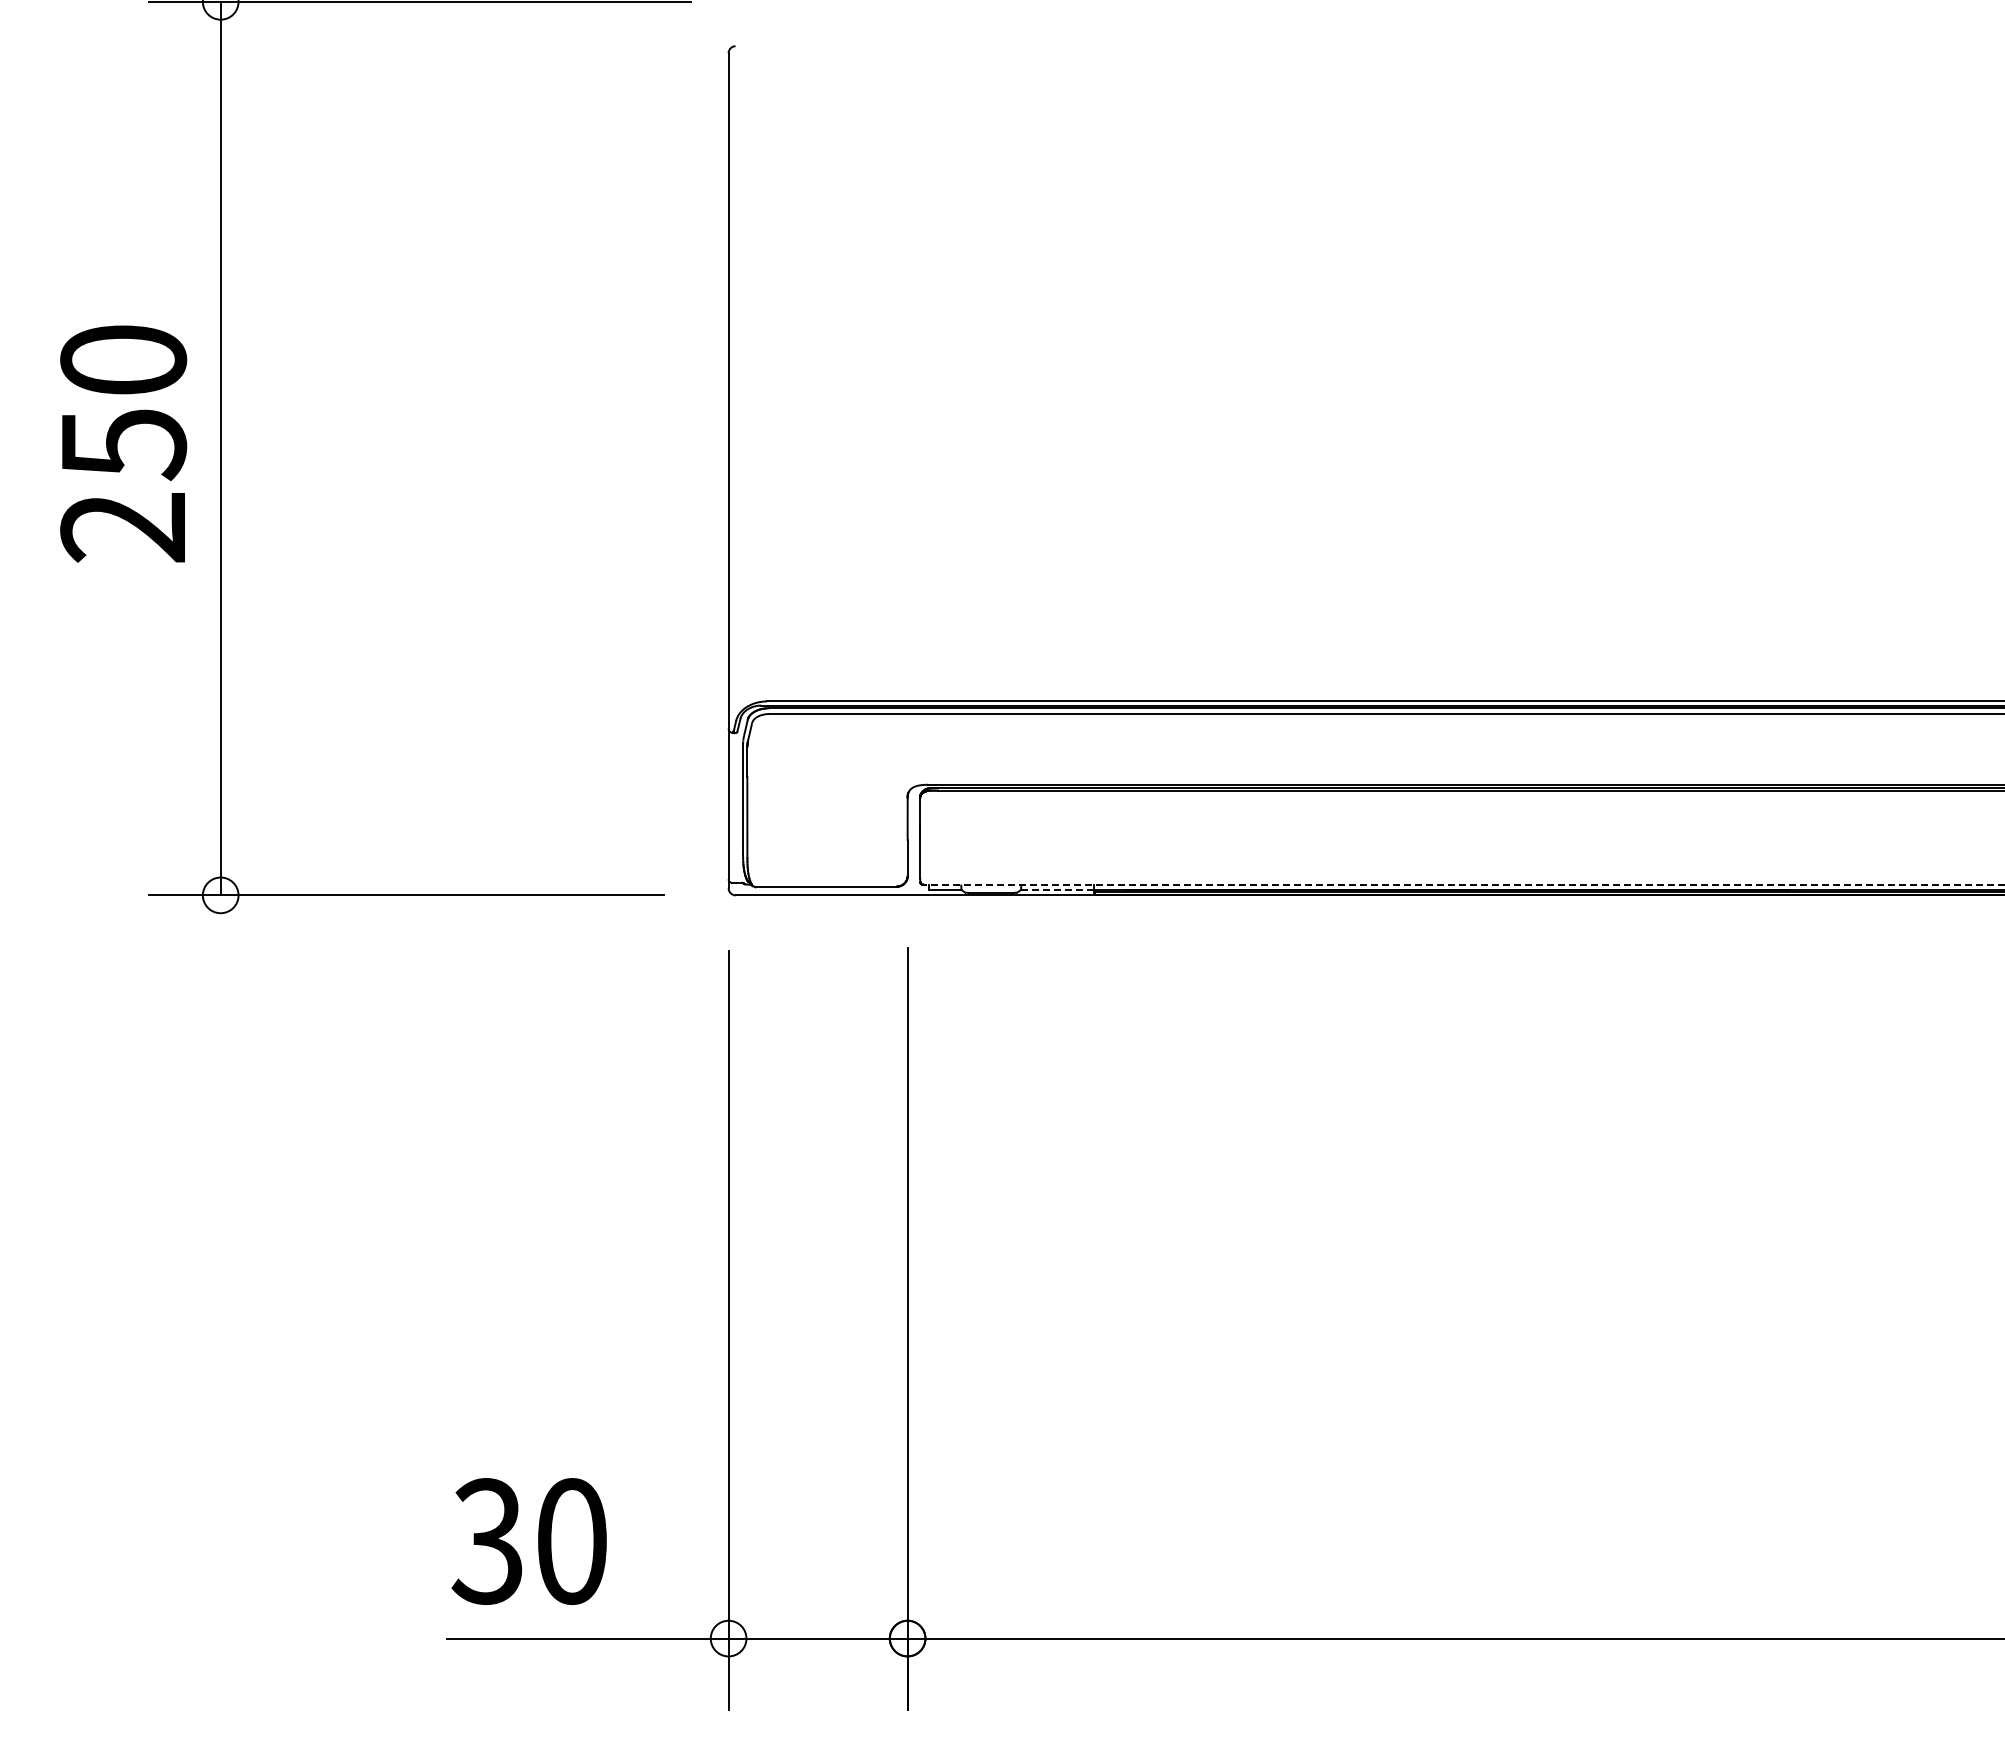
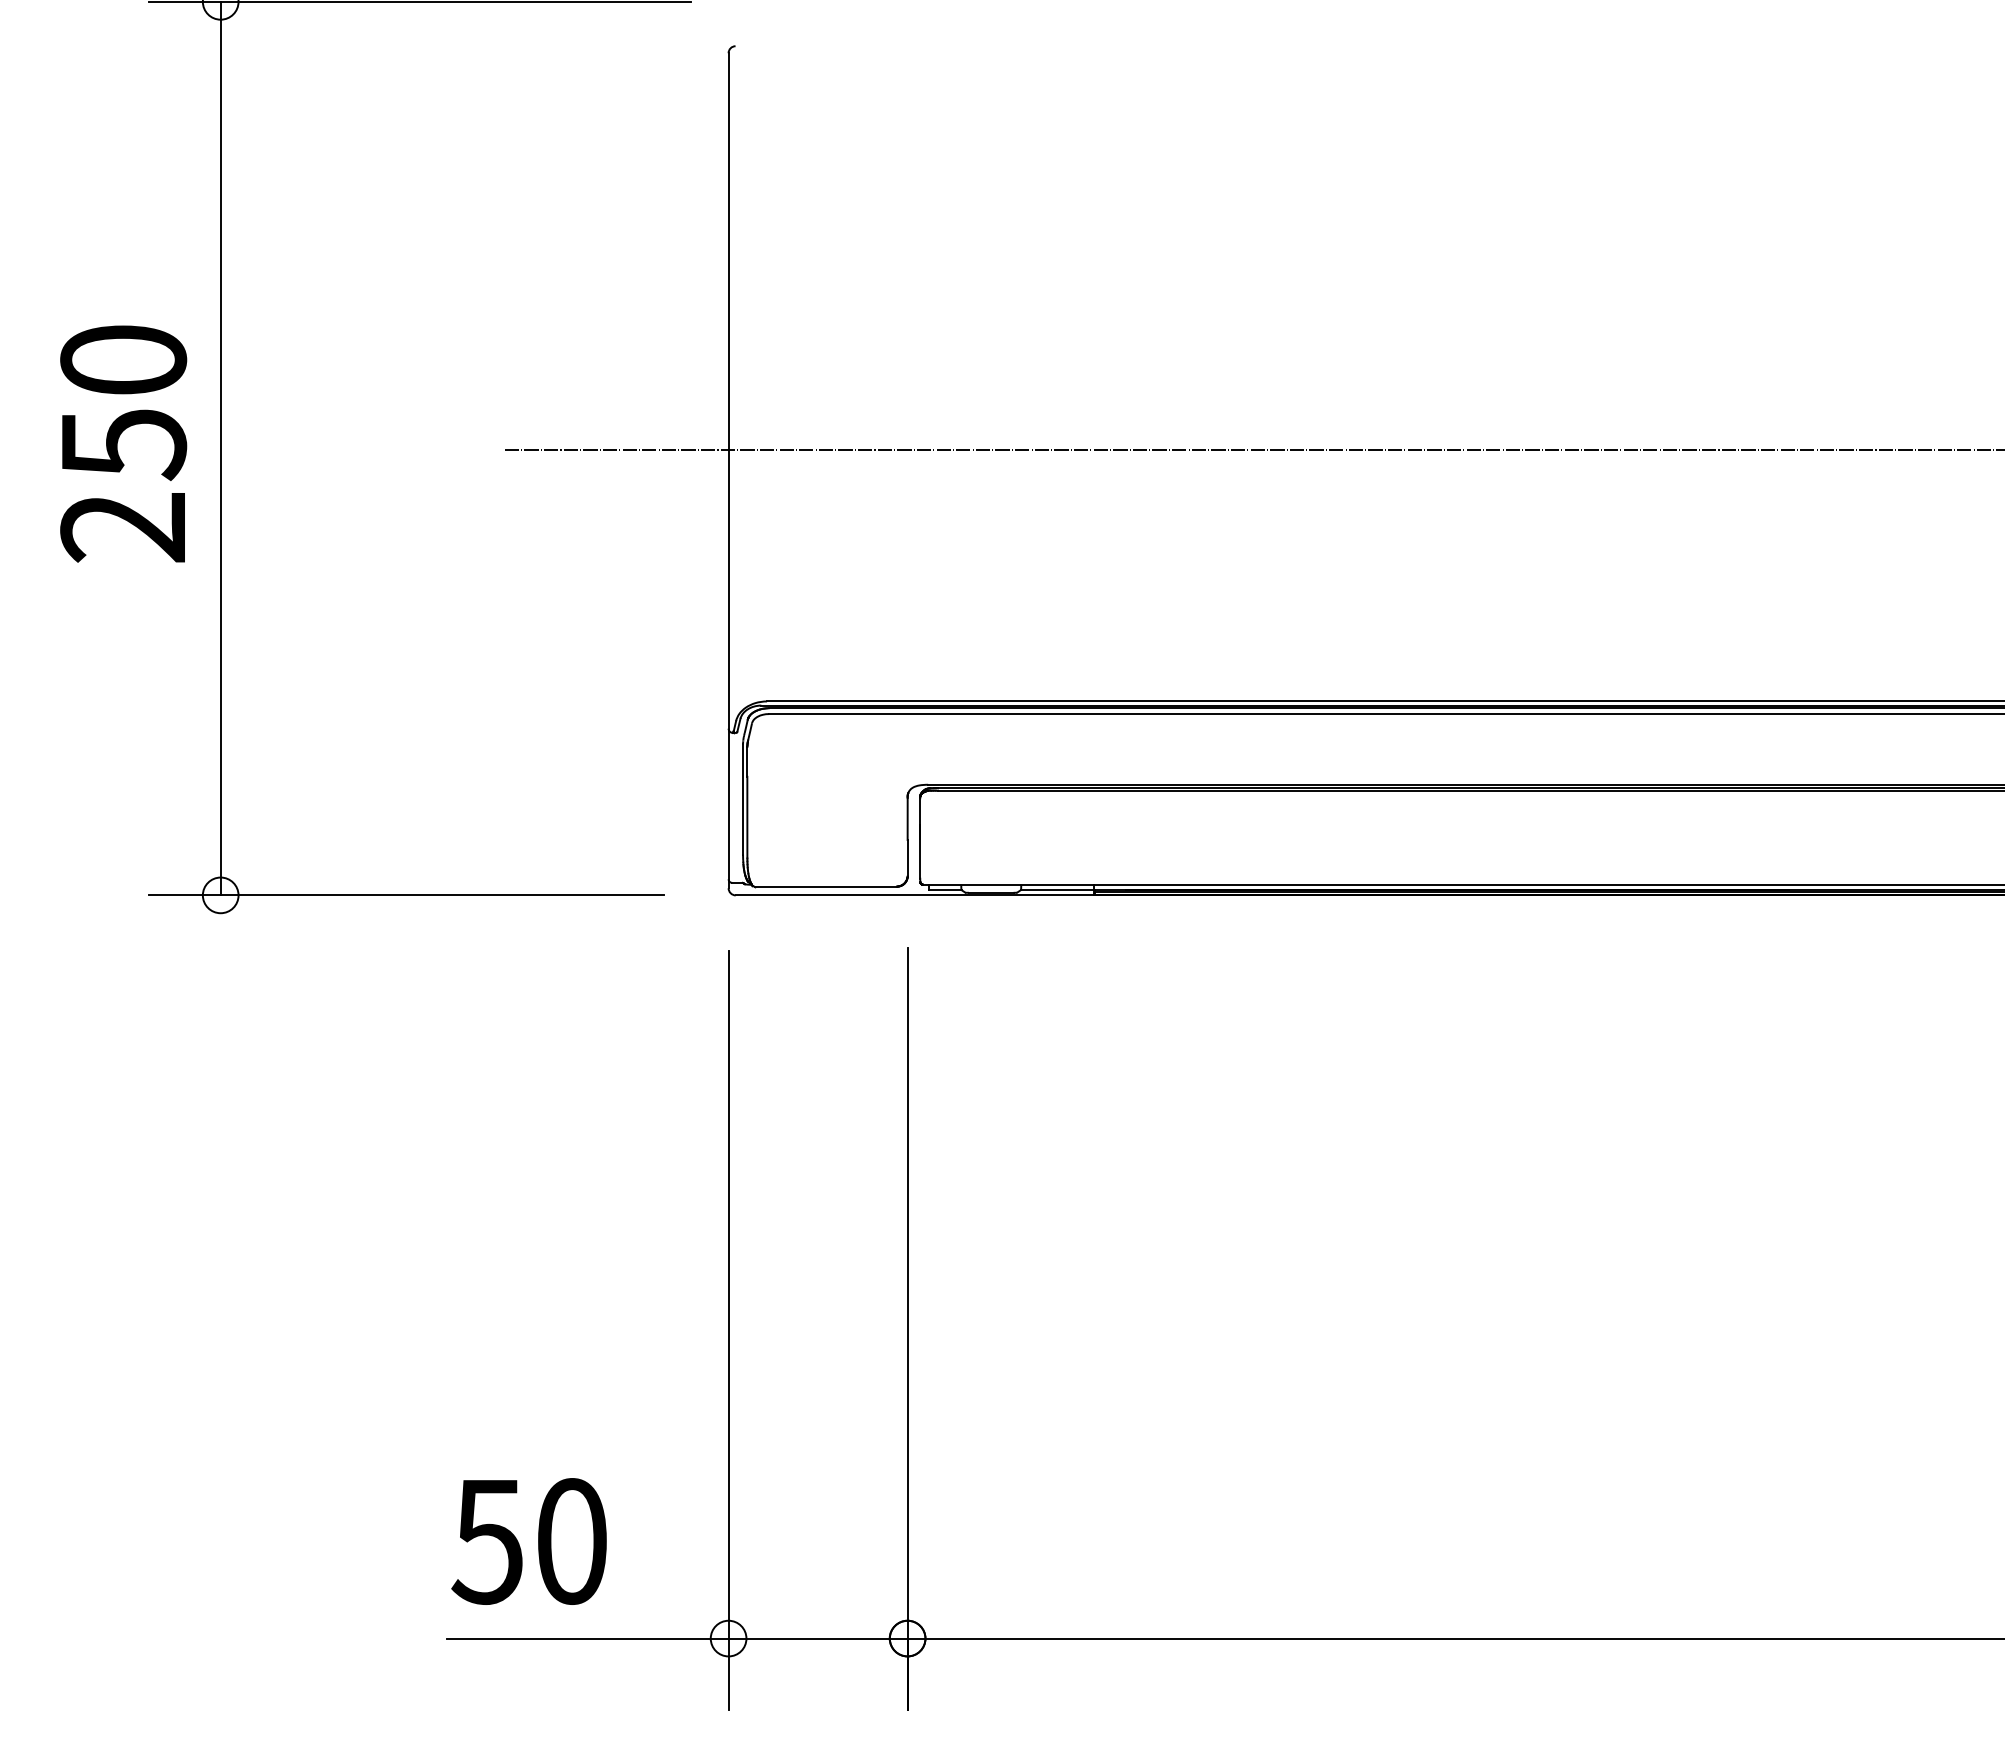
line at (1252, 449): none -> present
line at (1463, 884): dashed -> solid
line at (1057, 890): dashed -> solid
text at (486, 1541): 30 -> 50
